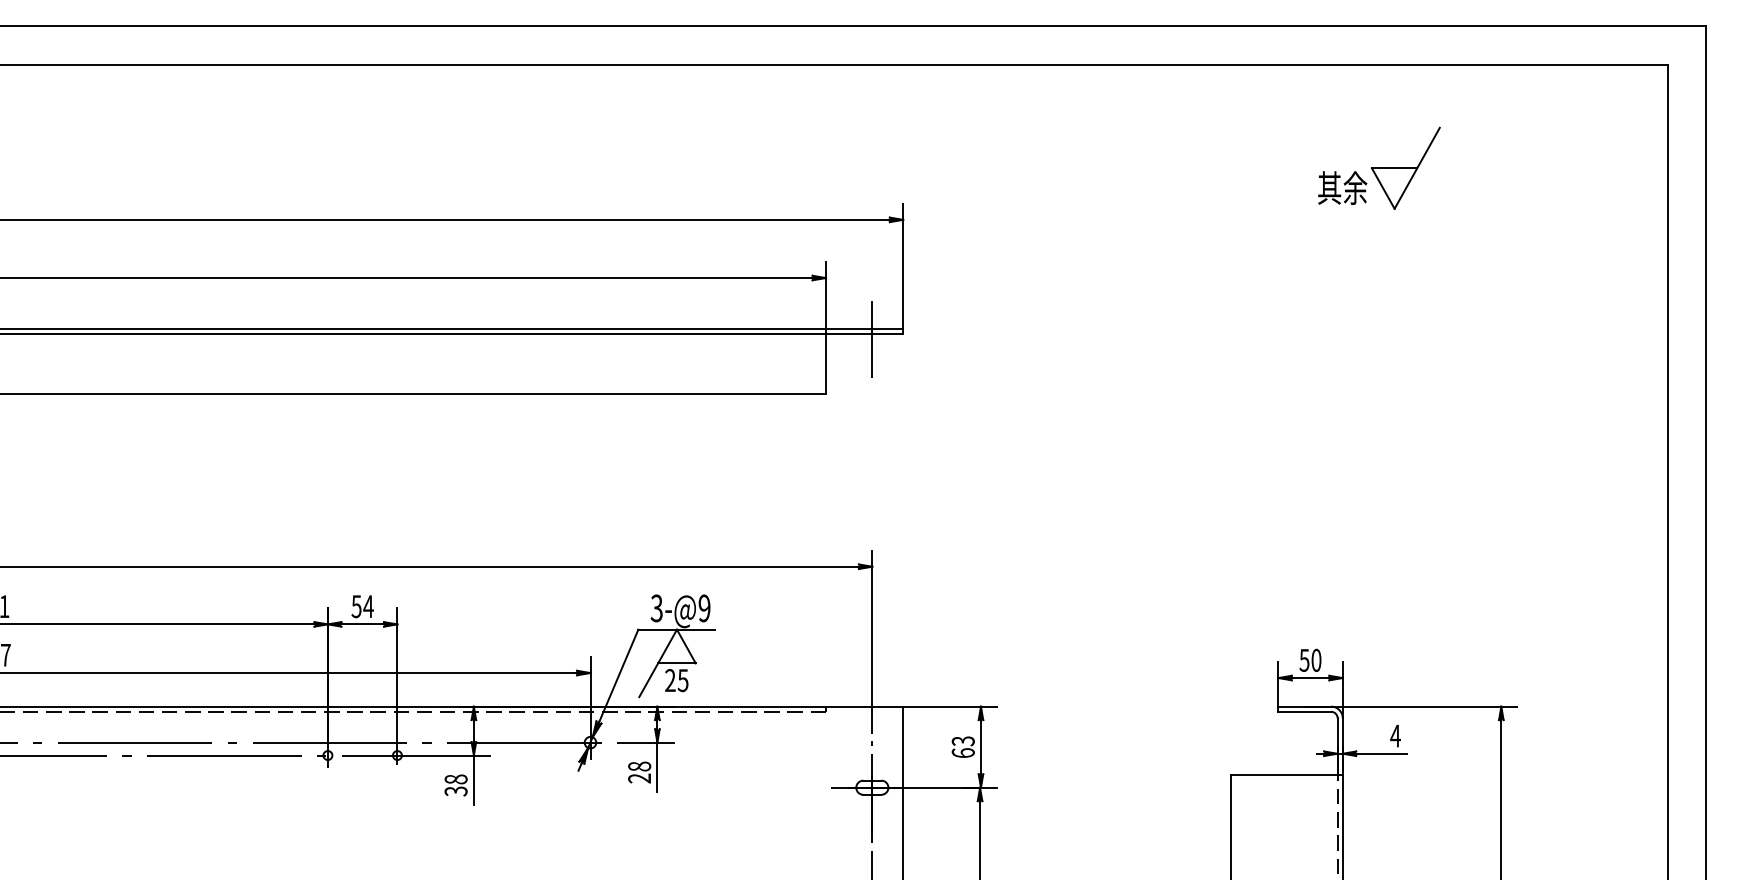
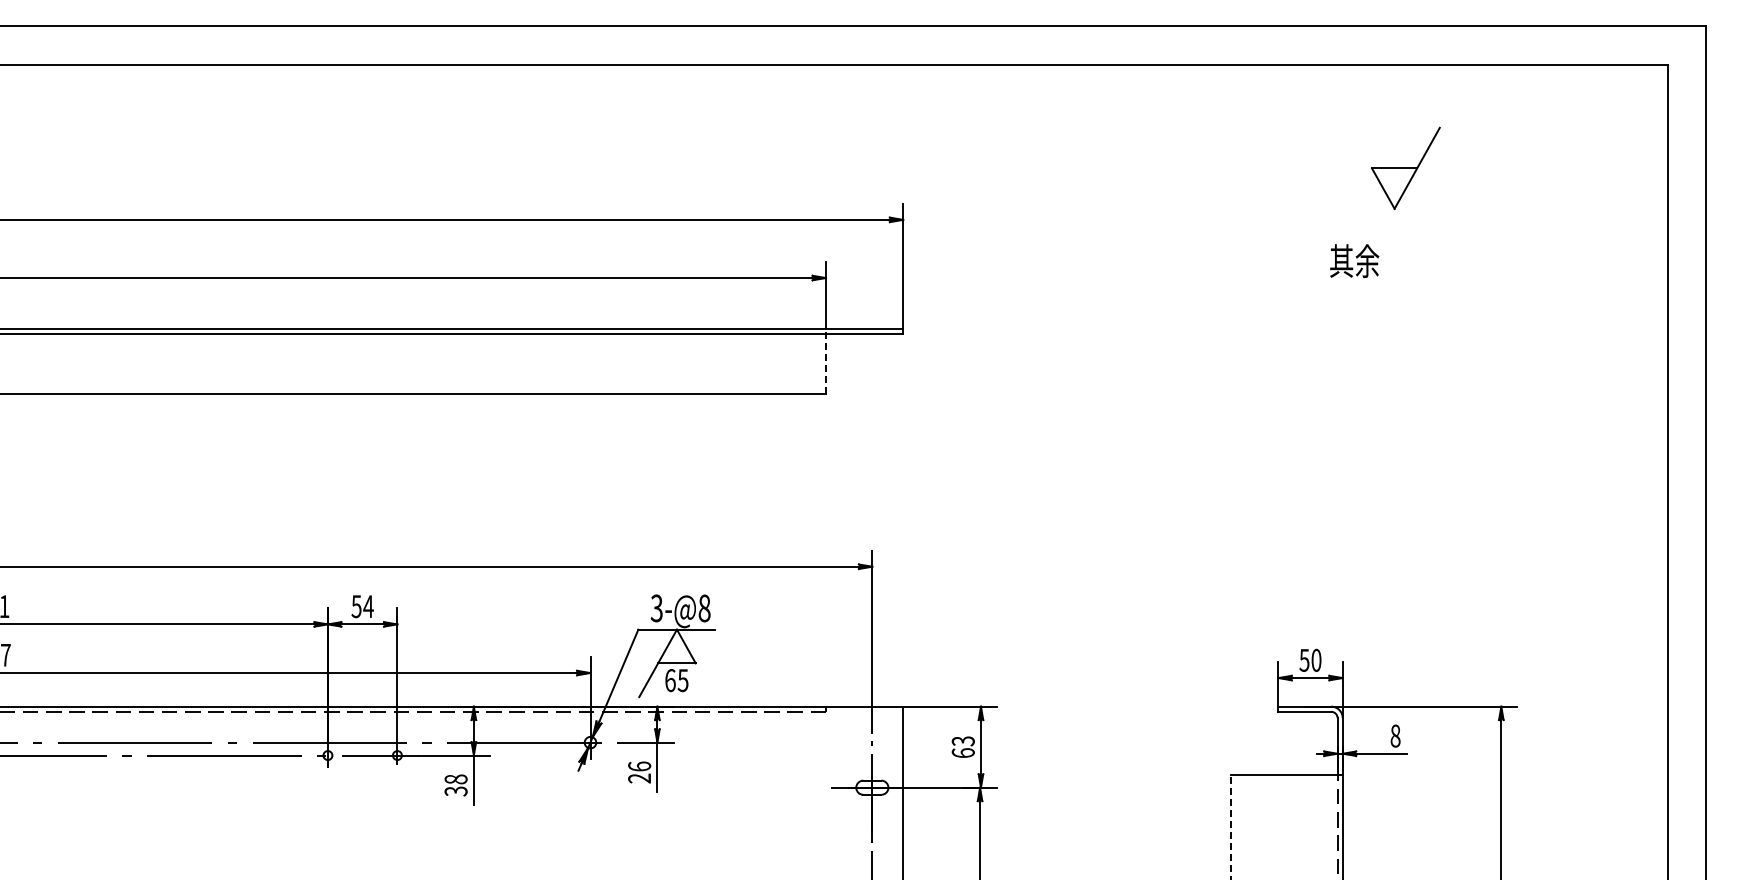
text at (1342, 187) position: (1342, 187) -> (1354, 260)
line at (872, 340): present -> none
line at (826, 360): solid -> dashed
text at (704, 608): 3-@9 -> 3-@8
text at (670, 680): 25 -> 65
text at (1395, 735): 4 -> 8
text at (639, 766): 28 -> 26
line at (1230, 826): solid -> dashed
